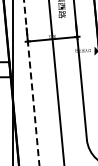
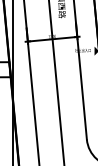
line at (31, 82): dashed -> solid
